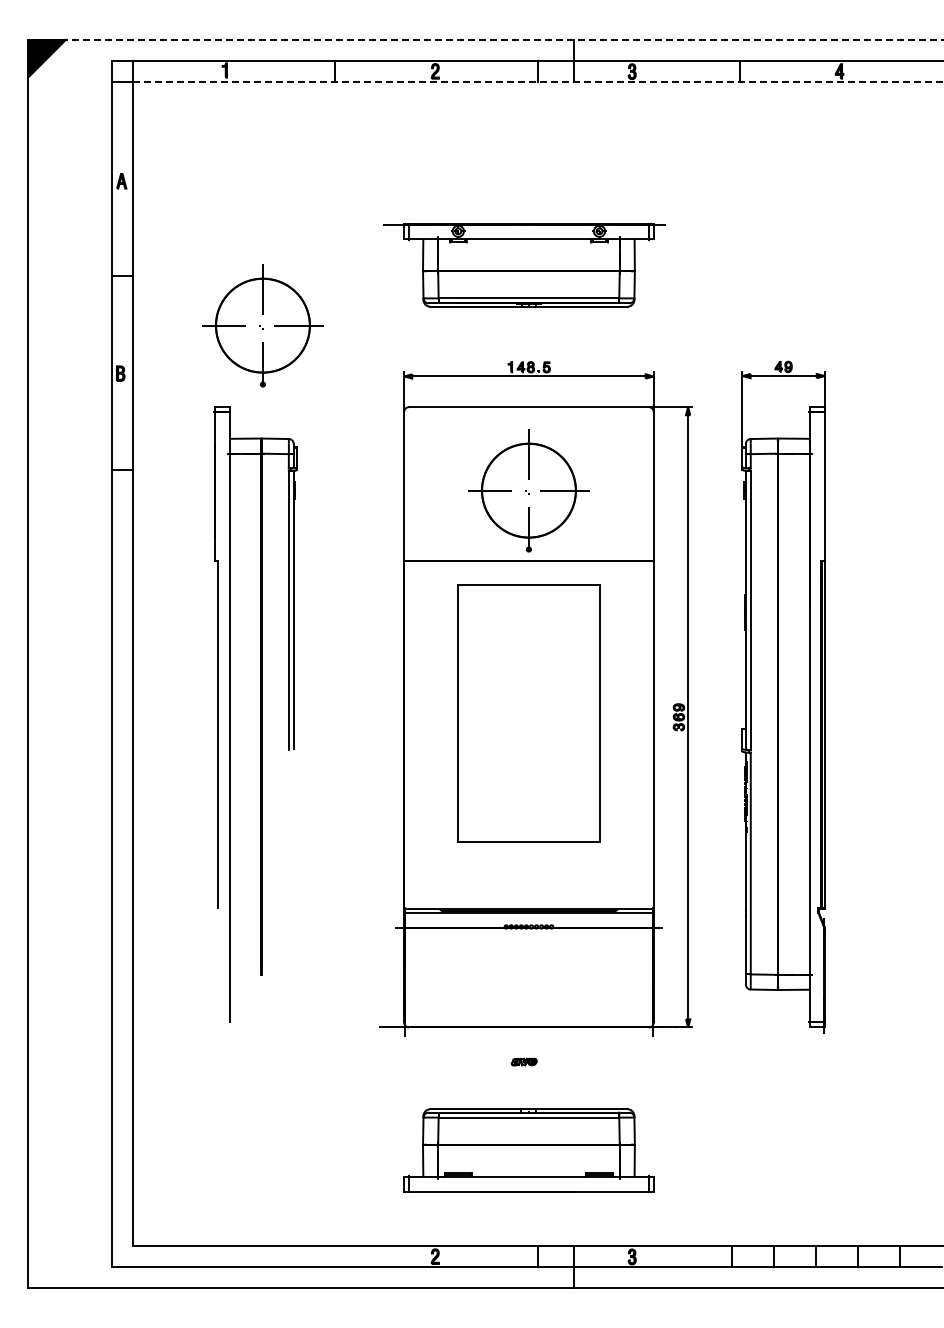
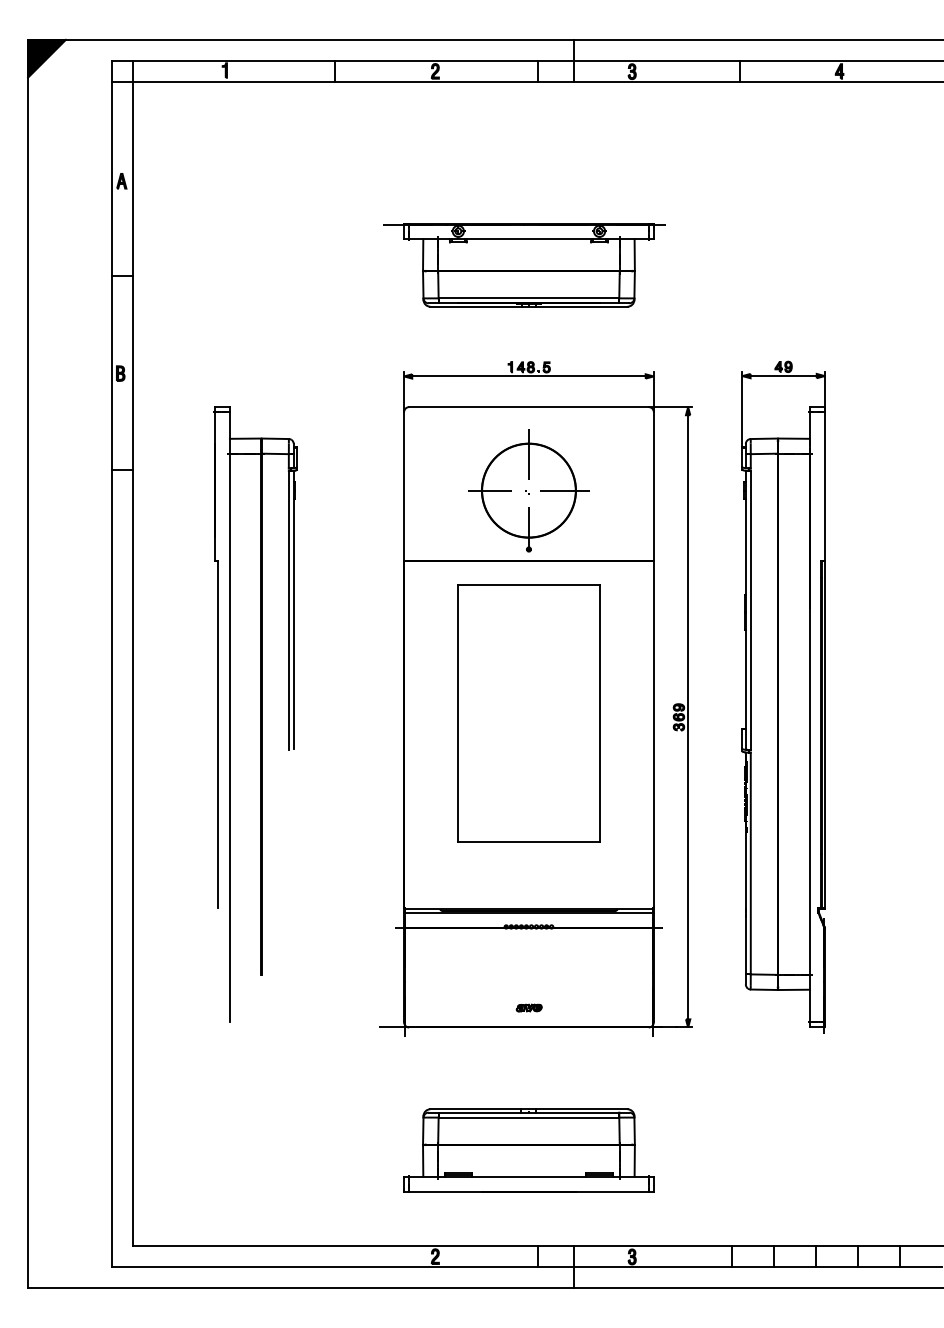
line at (485, 39): dashed -> solid
line at (538, 81): dashed -> solid
part at (262, 325): present -> none
part at (523, 1061) position: (523, 1061) -> (528, 1007)
